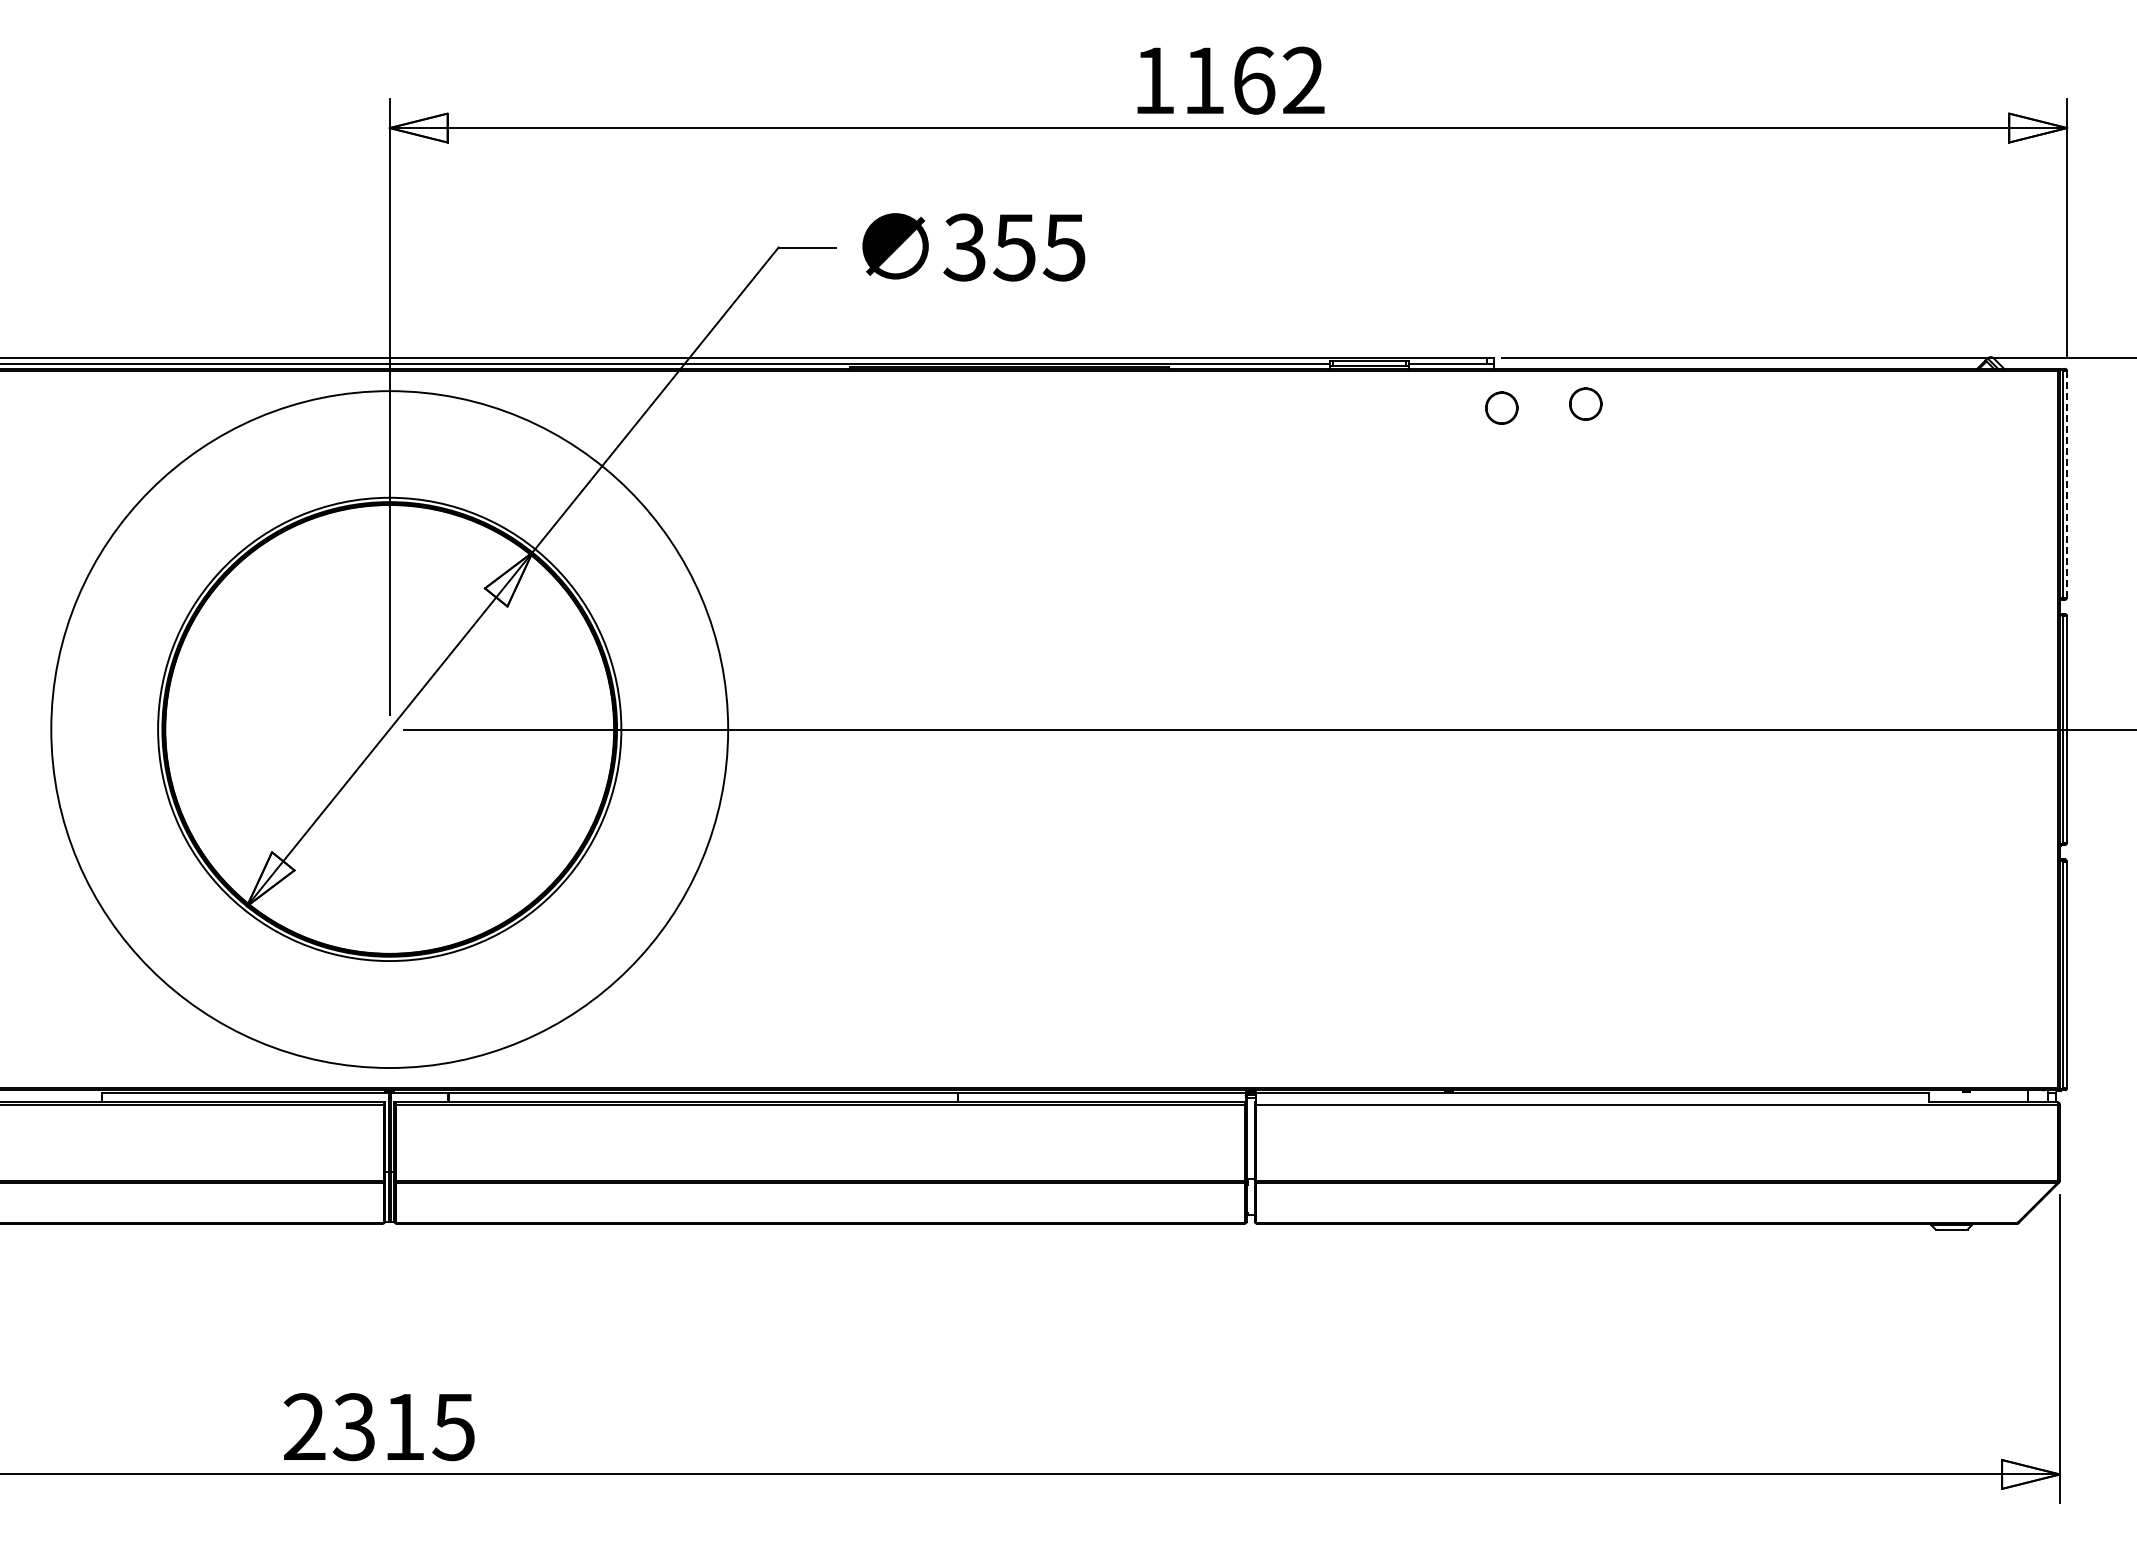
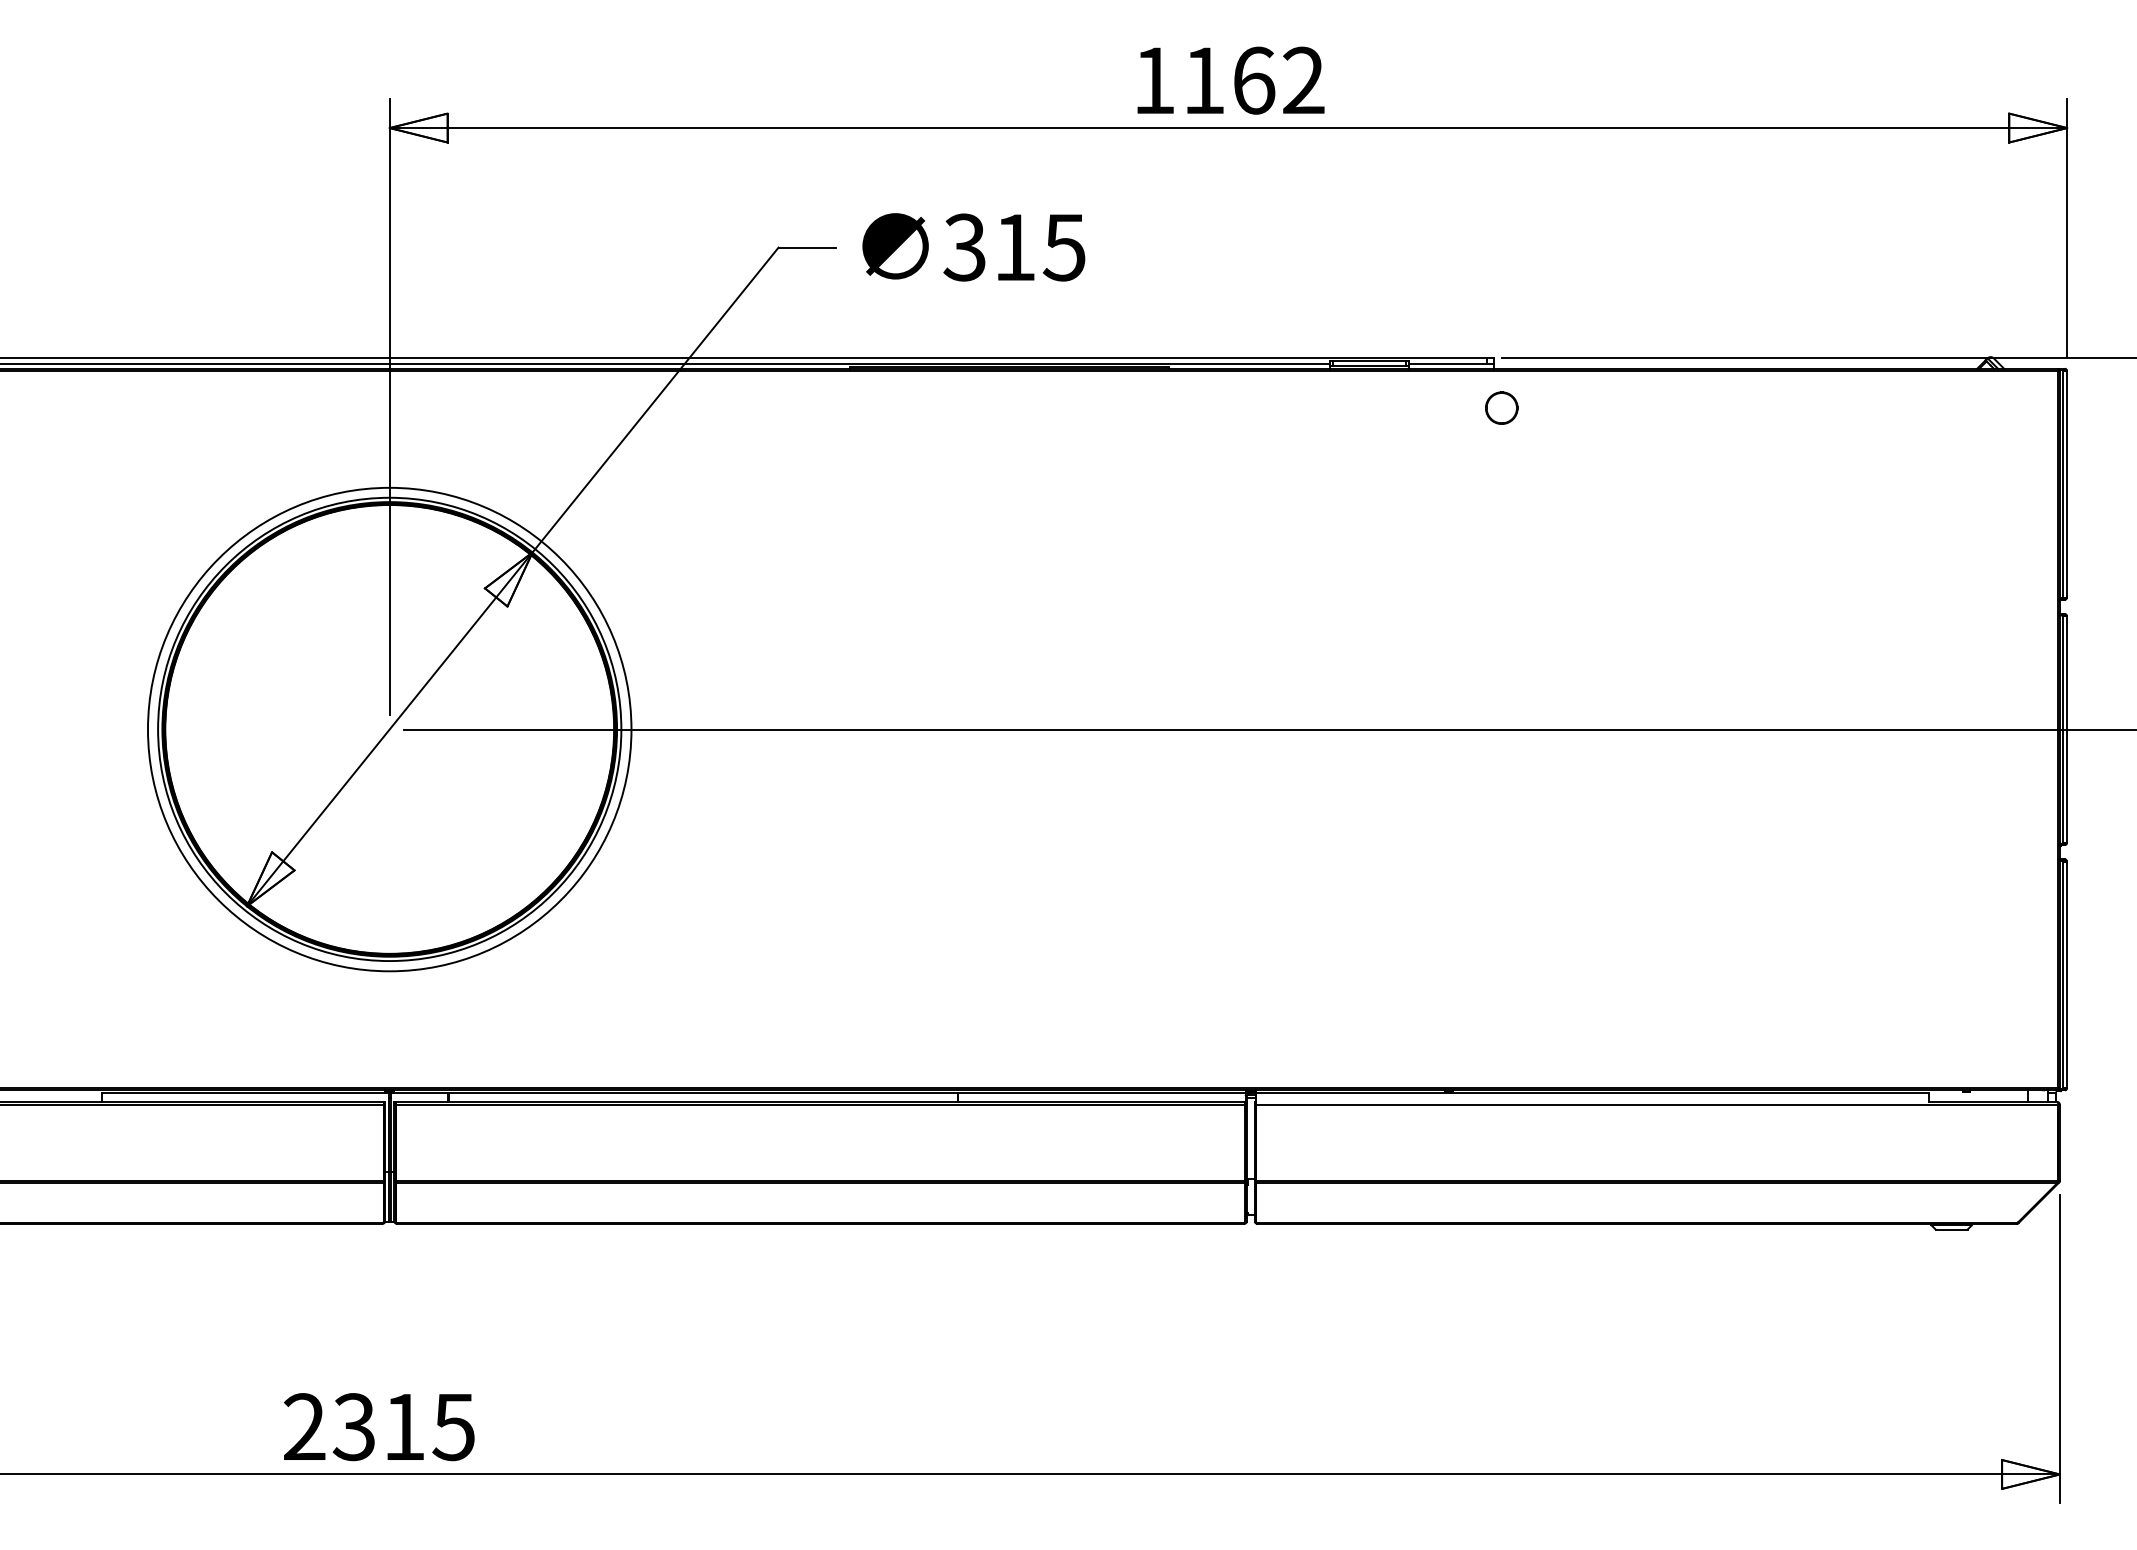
text at (1014, 247): 355 -> 315
part at (1585, 403): present -> none
line at (2067, 484): dashed -> solid
circle at (389, 729) diameter: 677 px -> 483 px
